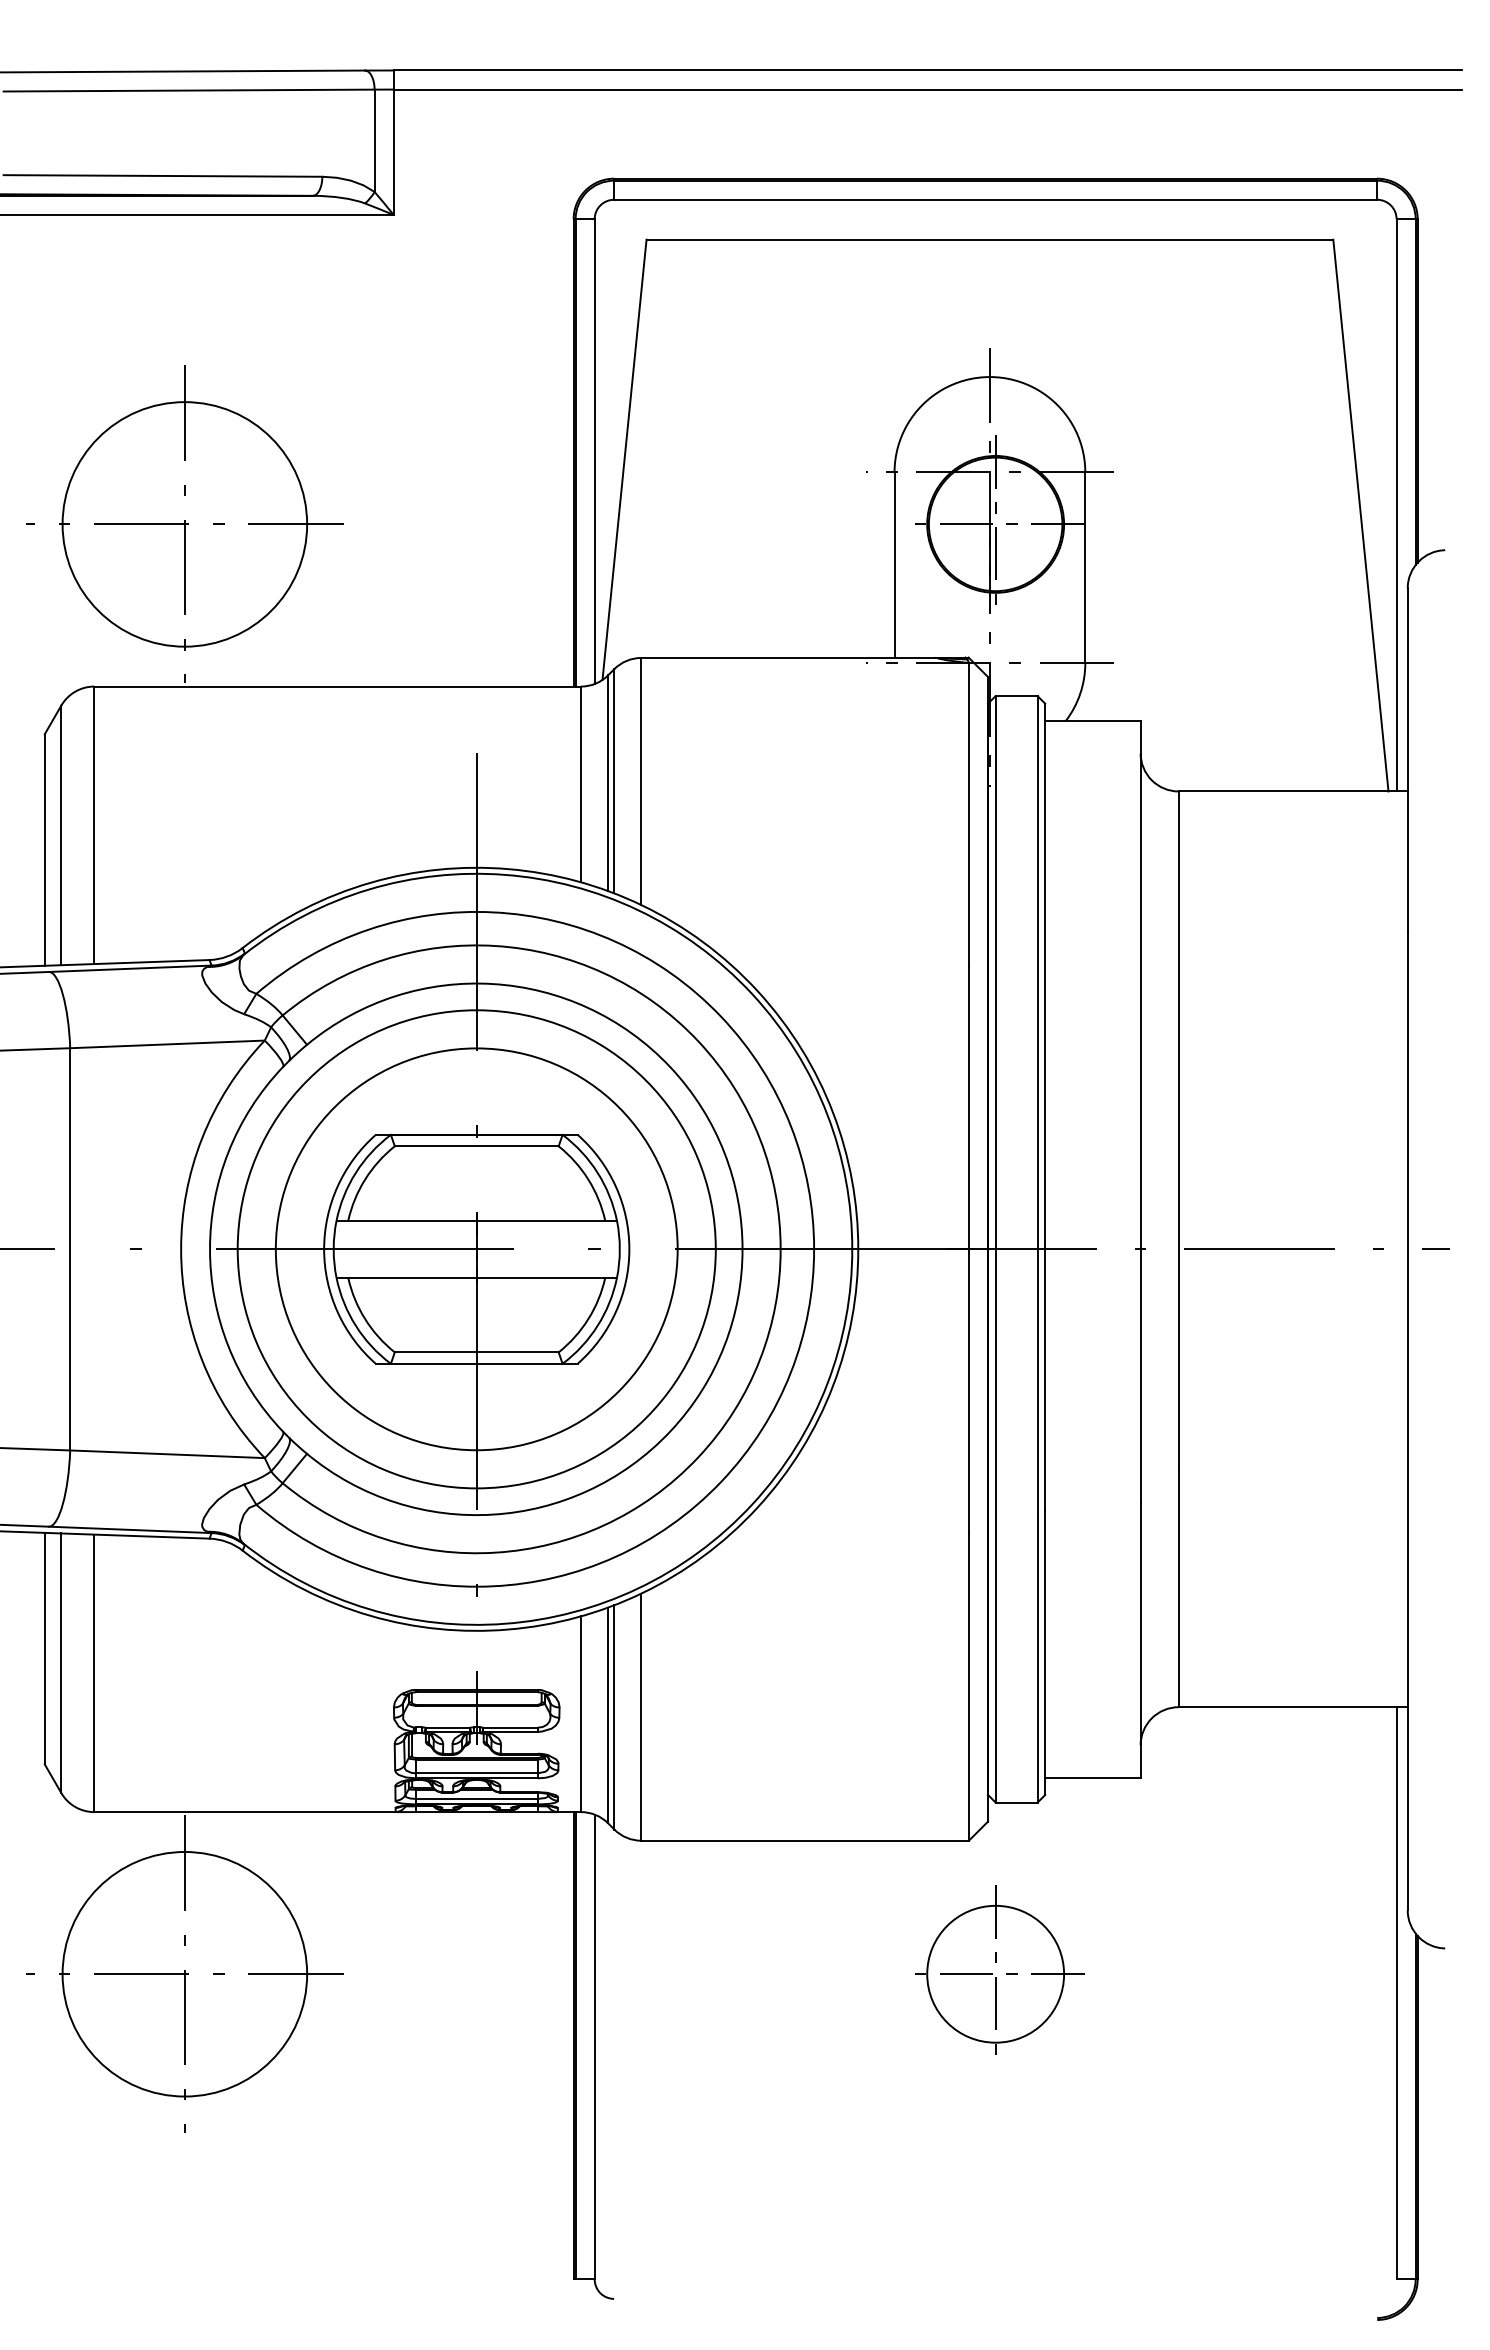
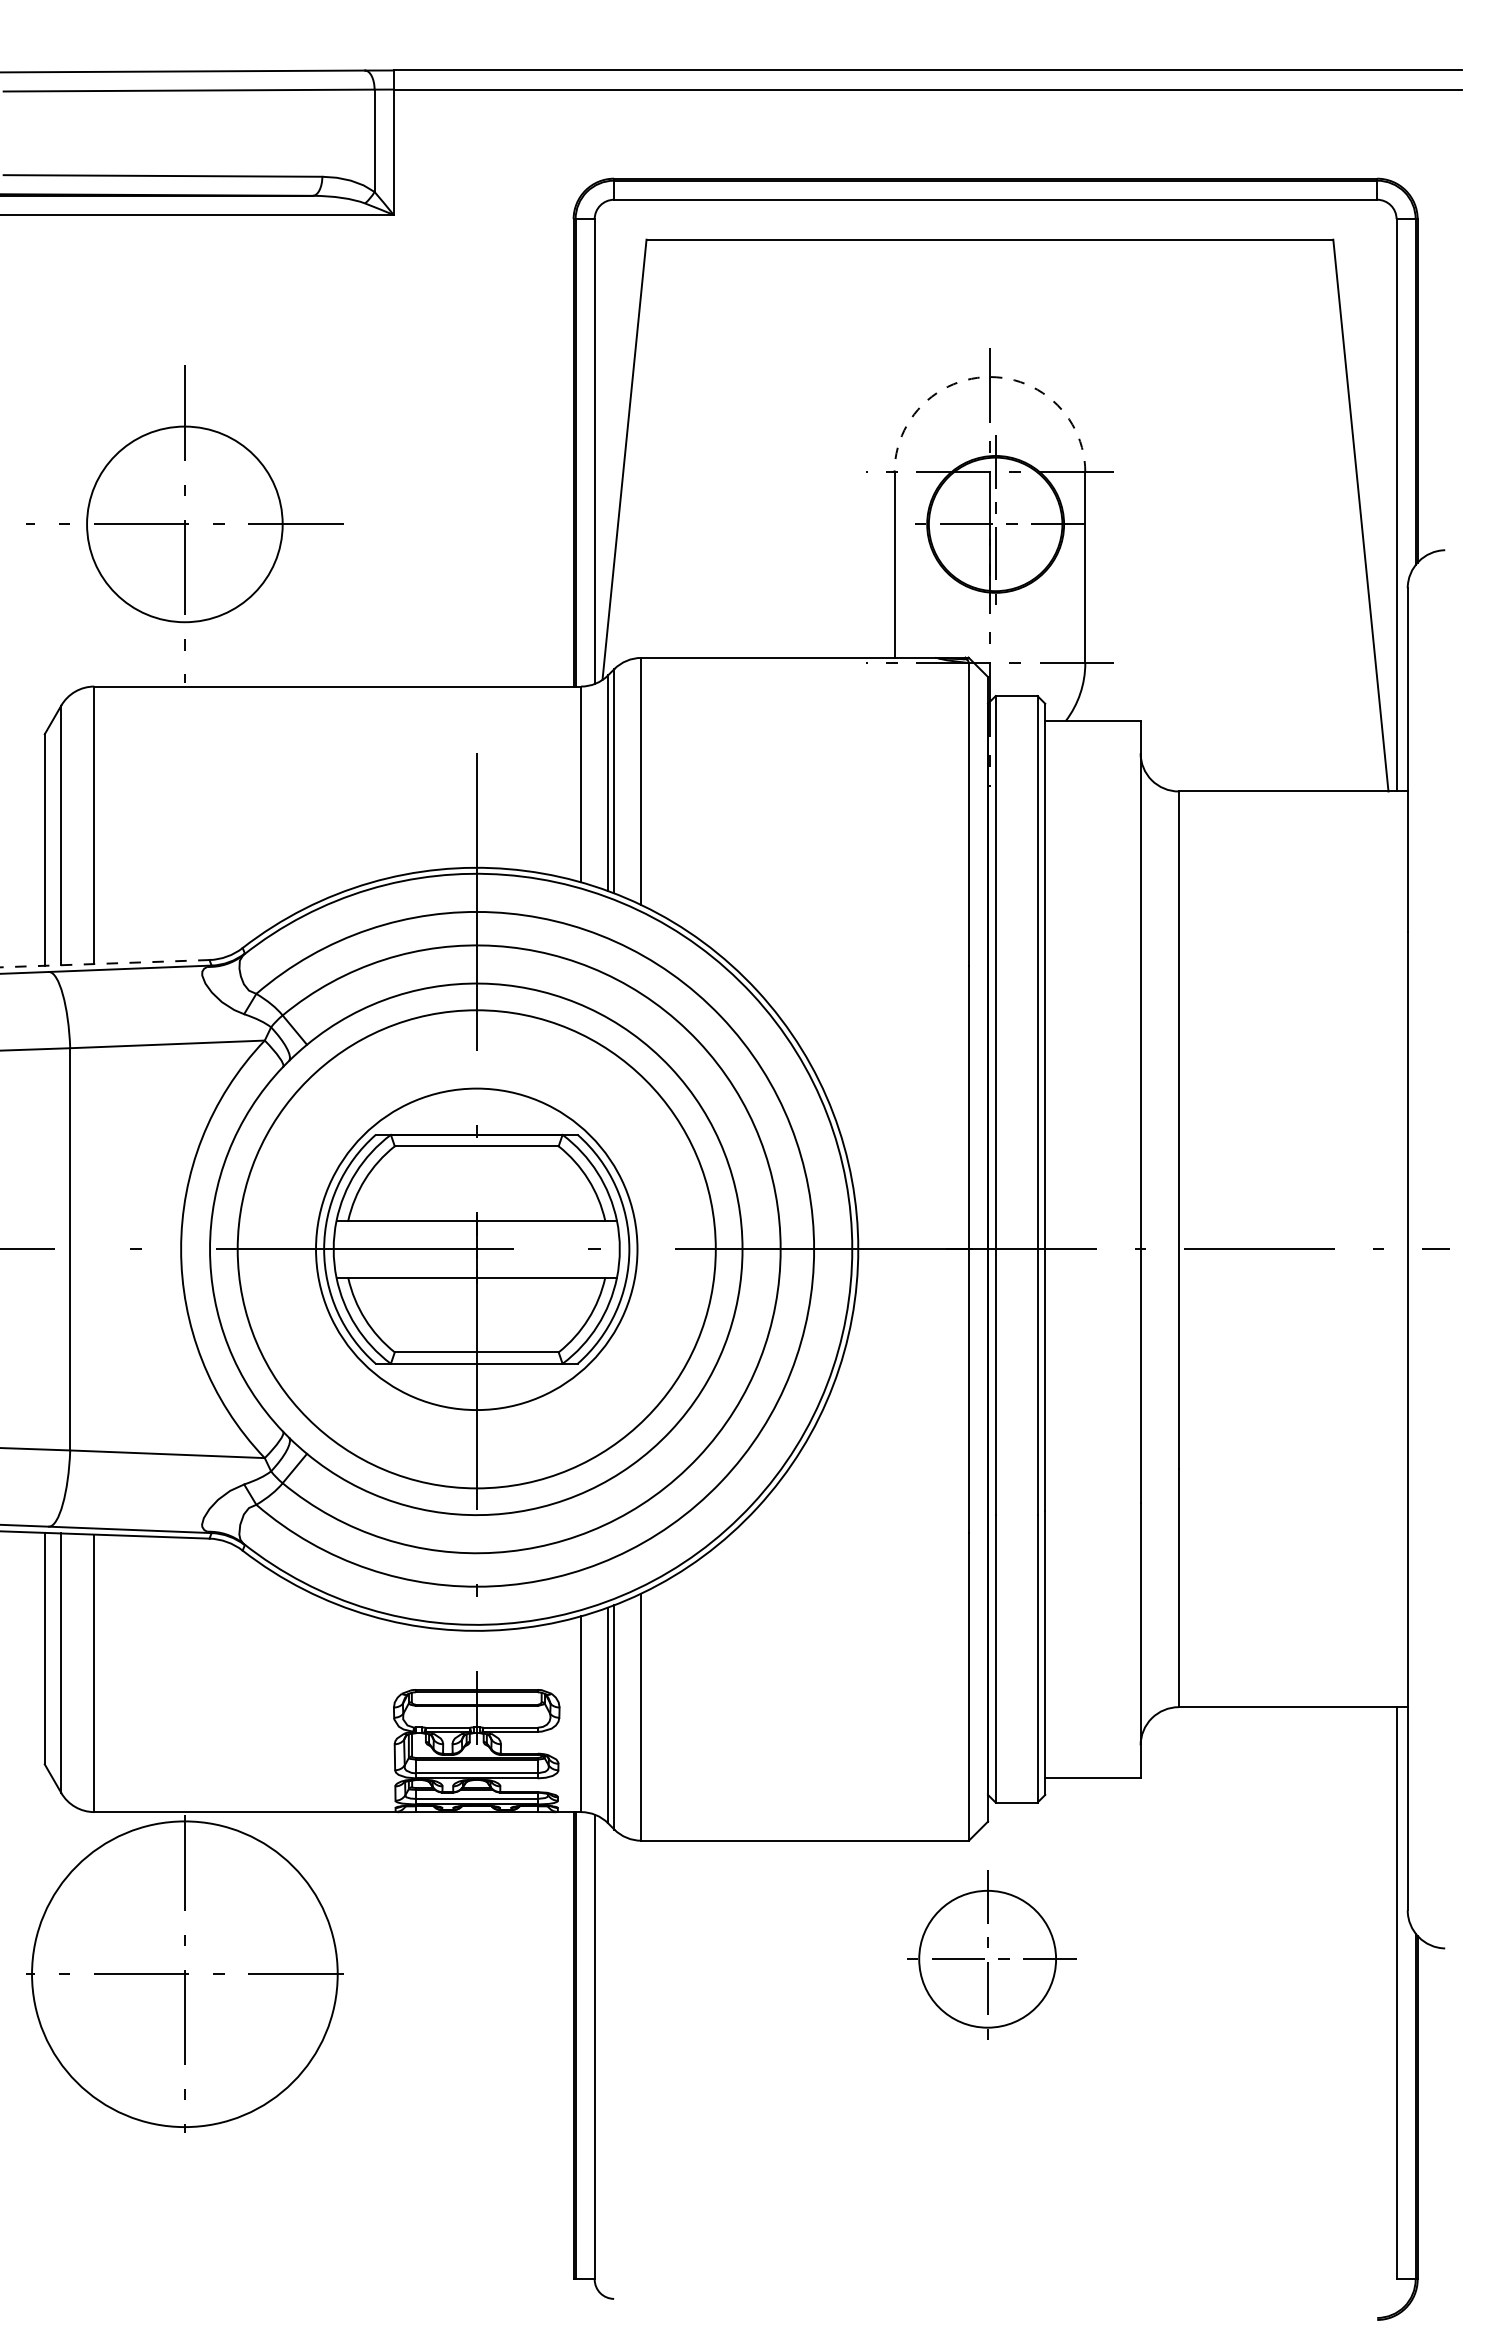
arc at (989, 377): solid -> dashed
circle at (184, 524) diameter: 245 px -> 196 px
line at (104, 963): solid -> dashed
circle at (476, 1249) diameter: 402 px -> 321 px
part at (999, 1969) position: (999, 1969) -> (991, 1954)
circle at (184, 1973) diameter: 245 px -> 306 px
